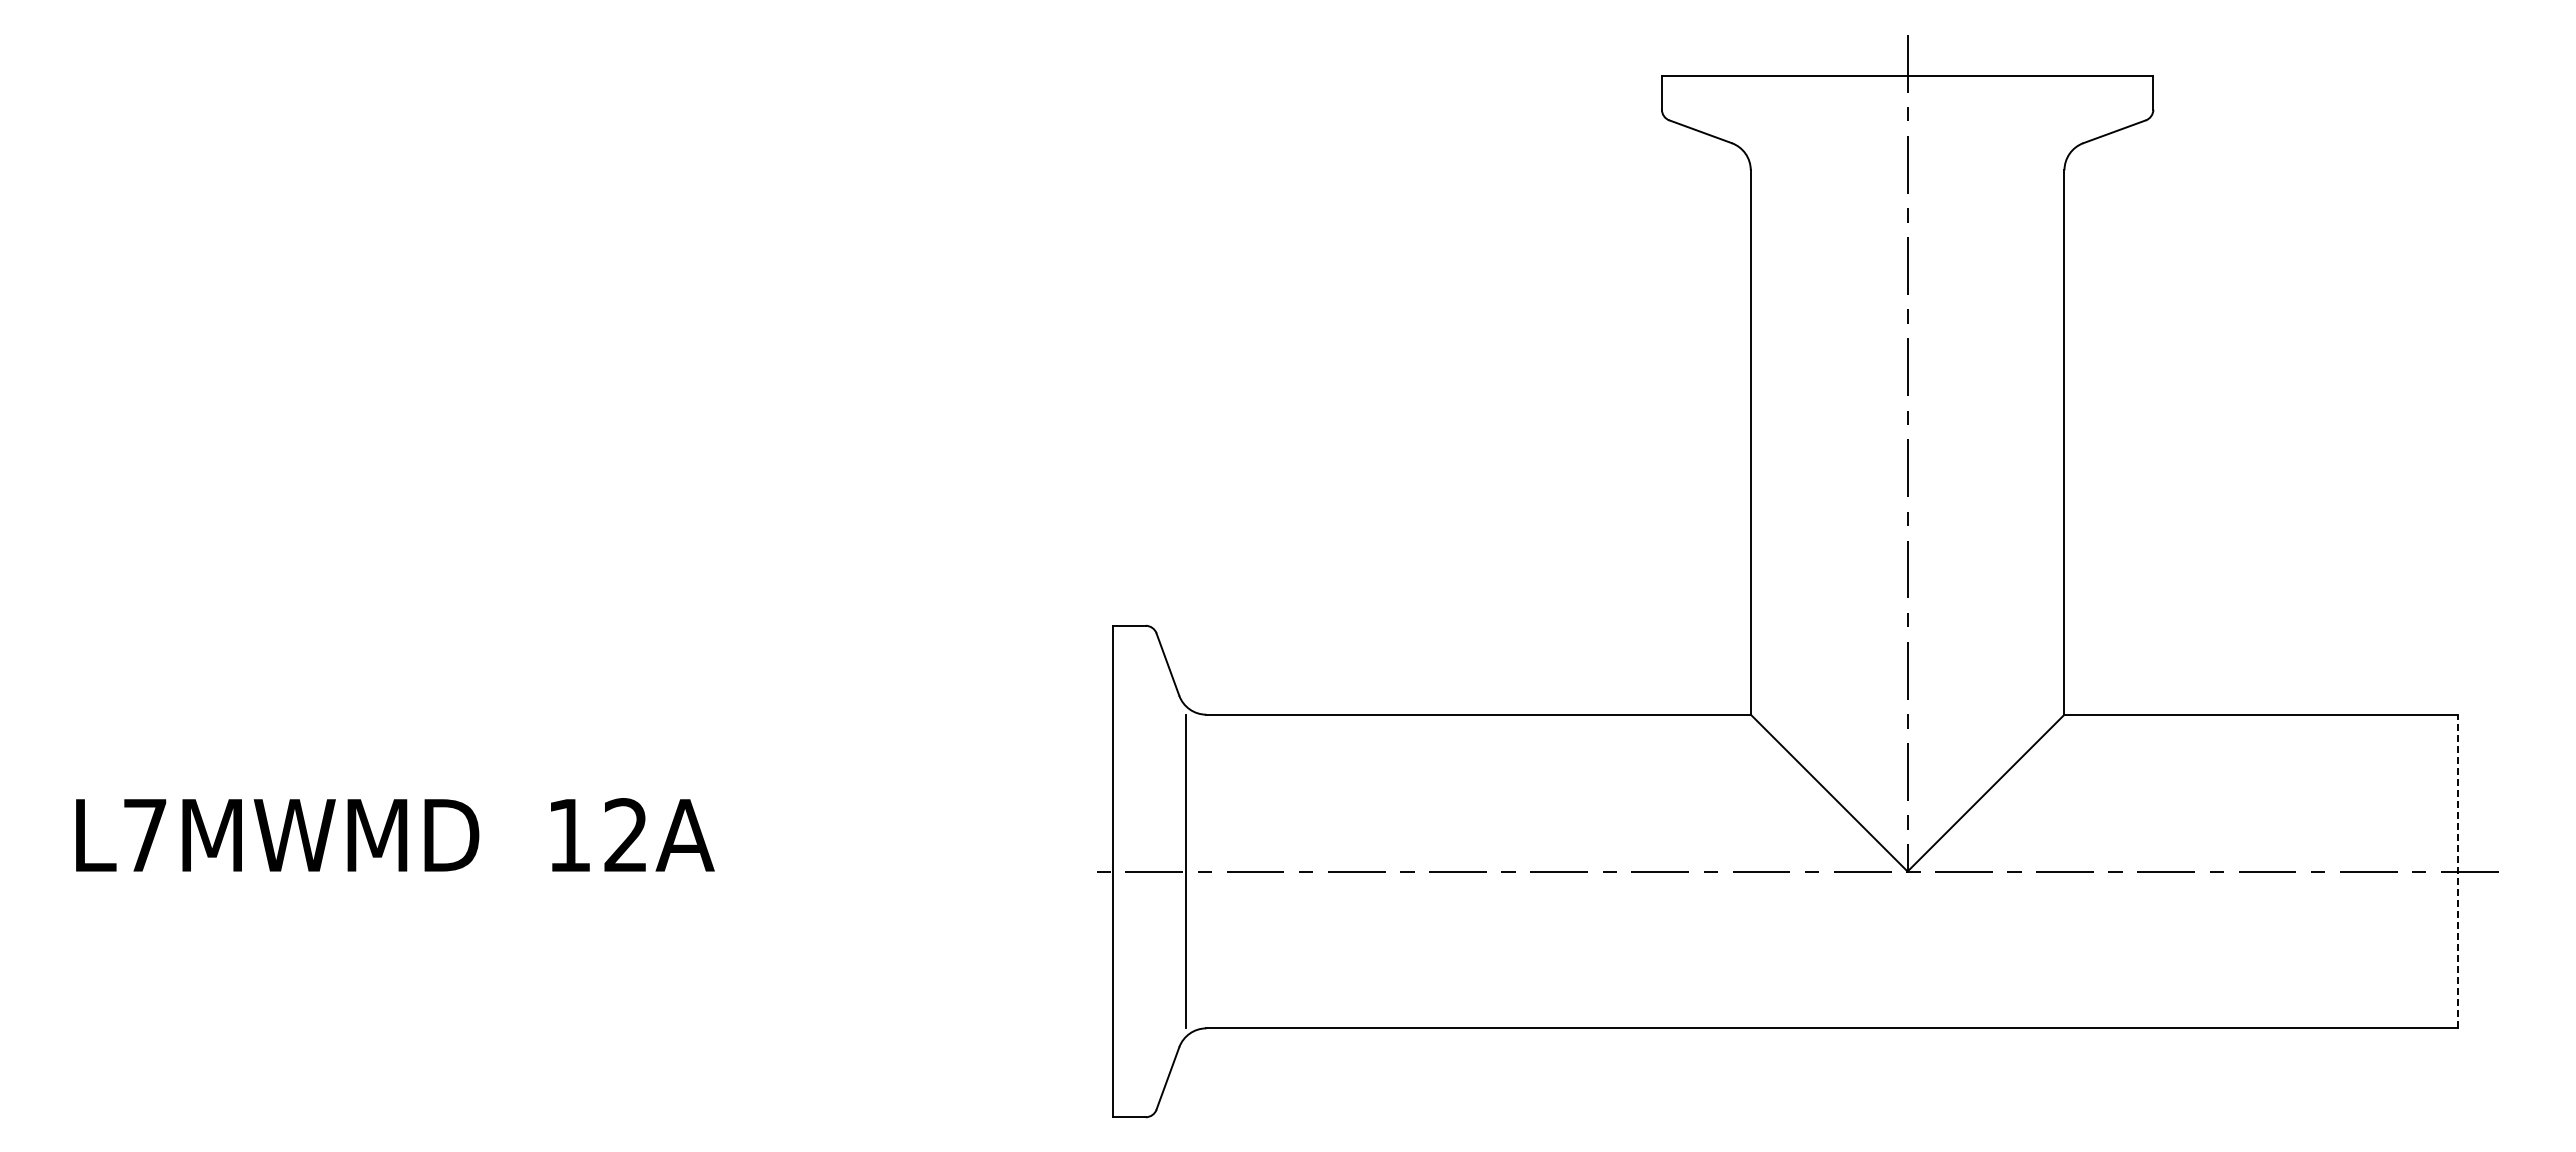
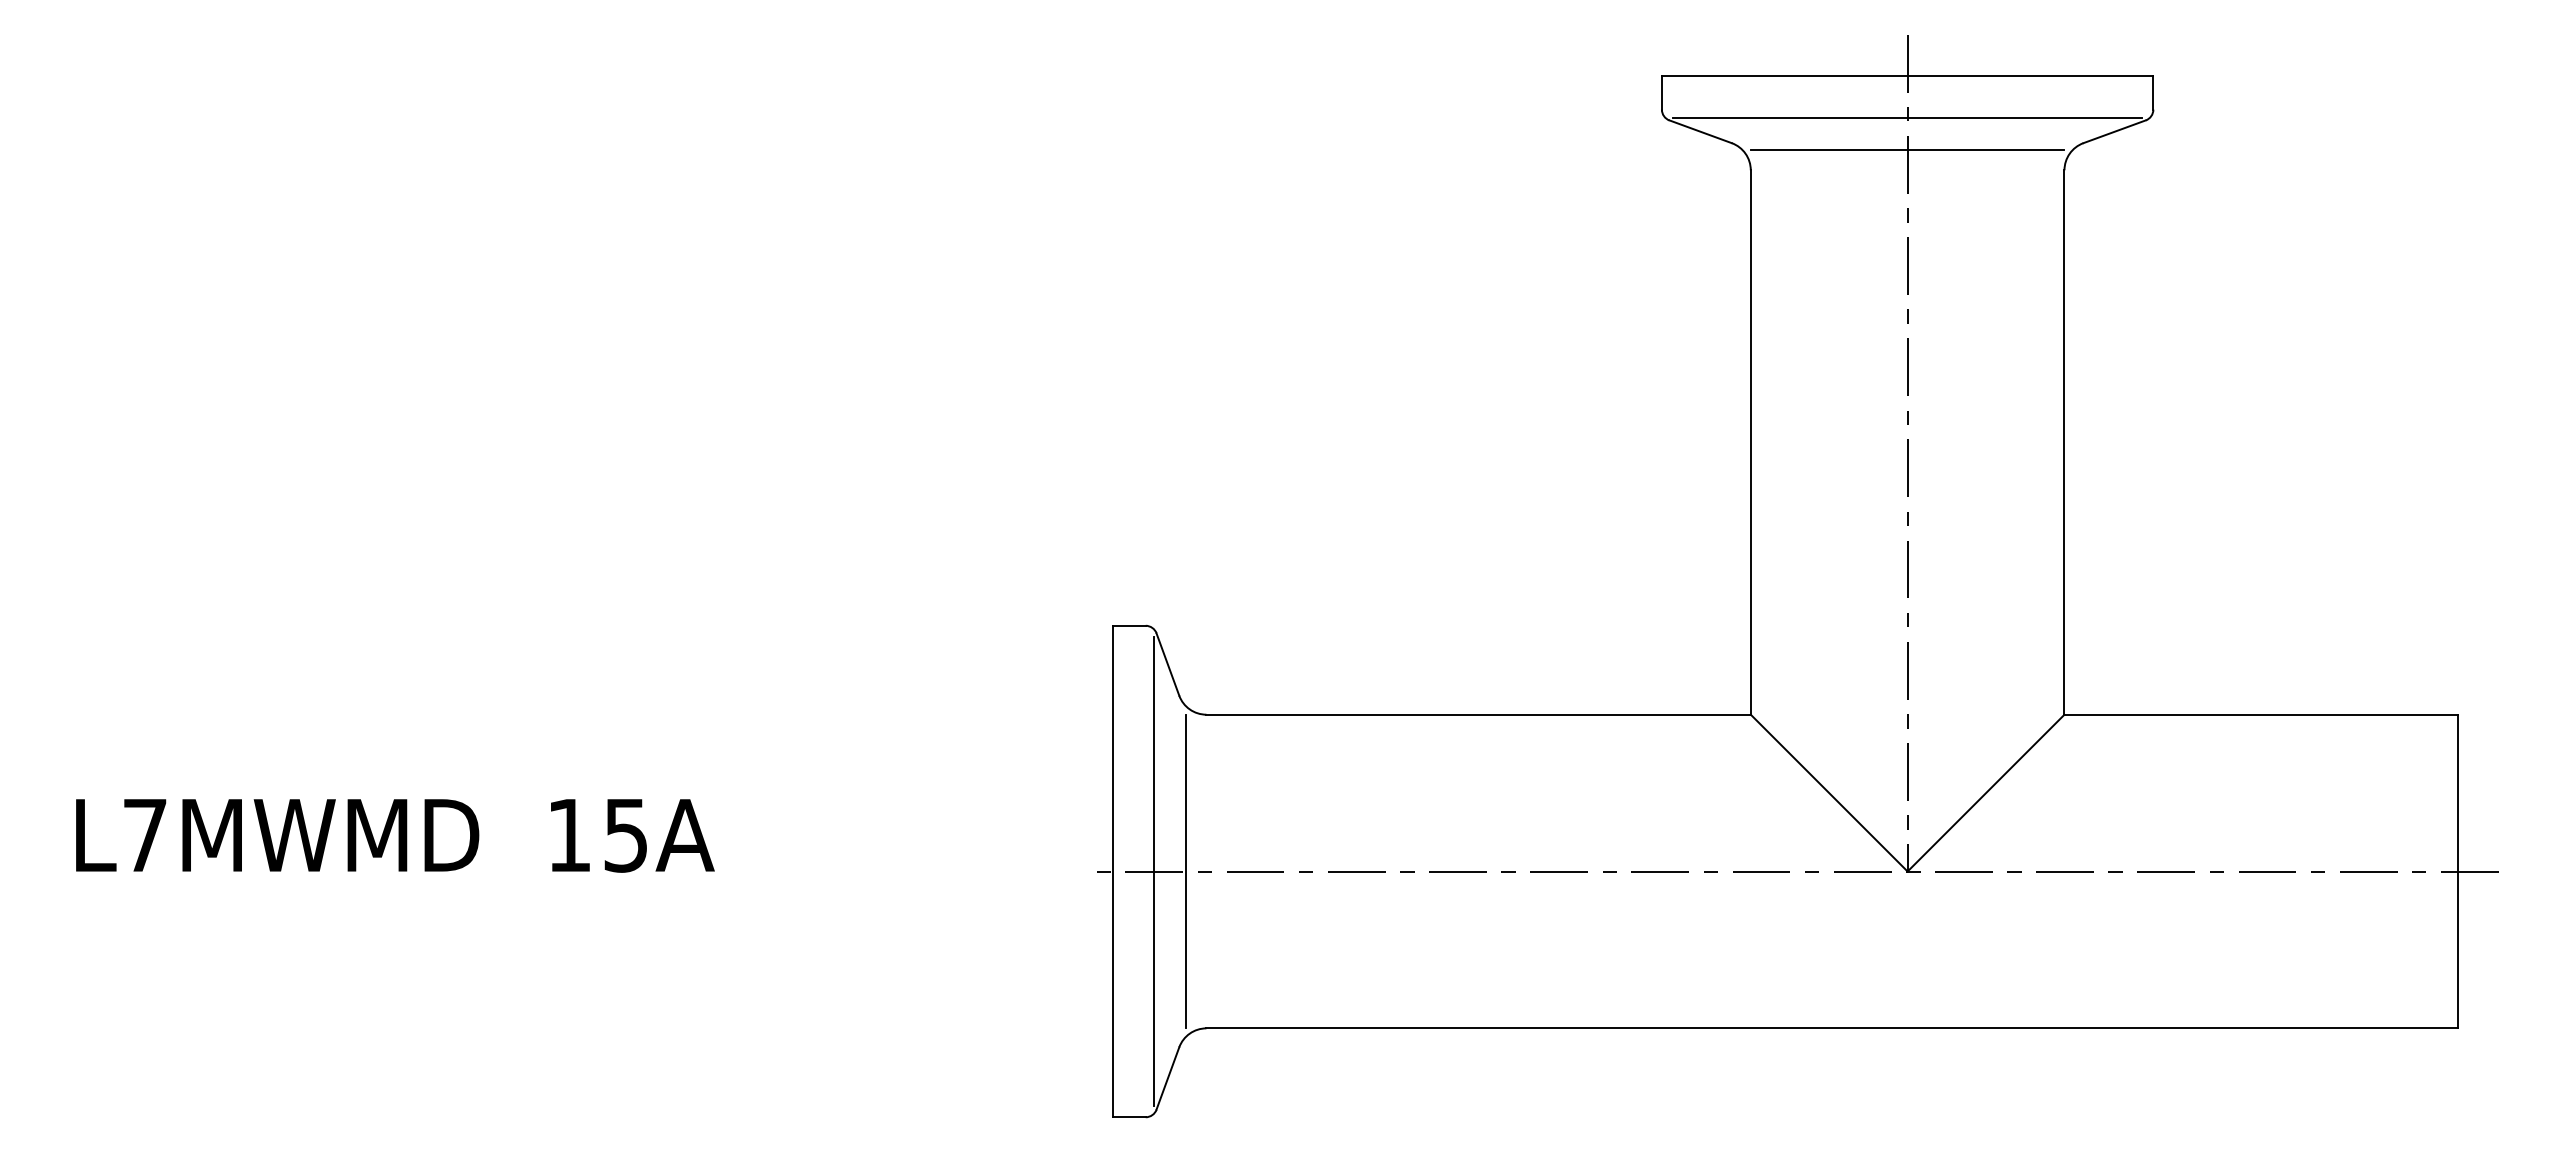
line at (1907, 117): none -> present
line at (1907, 150): none -> present
text at (625, 835): 12A -> 15A
line at (1153, 871): none -> present
line at (2458, 871): dashed -> solid
